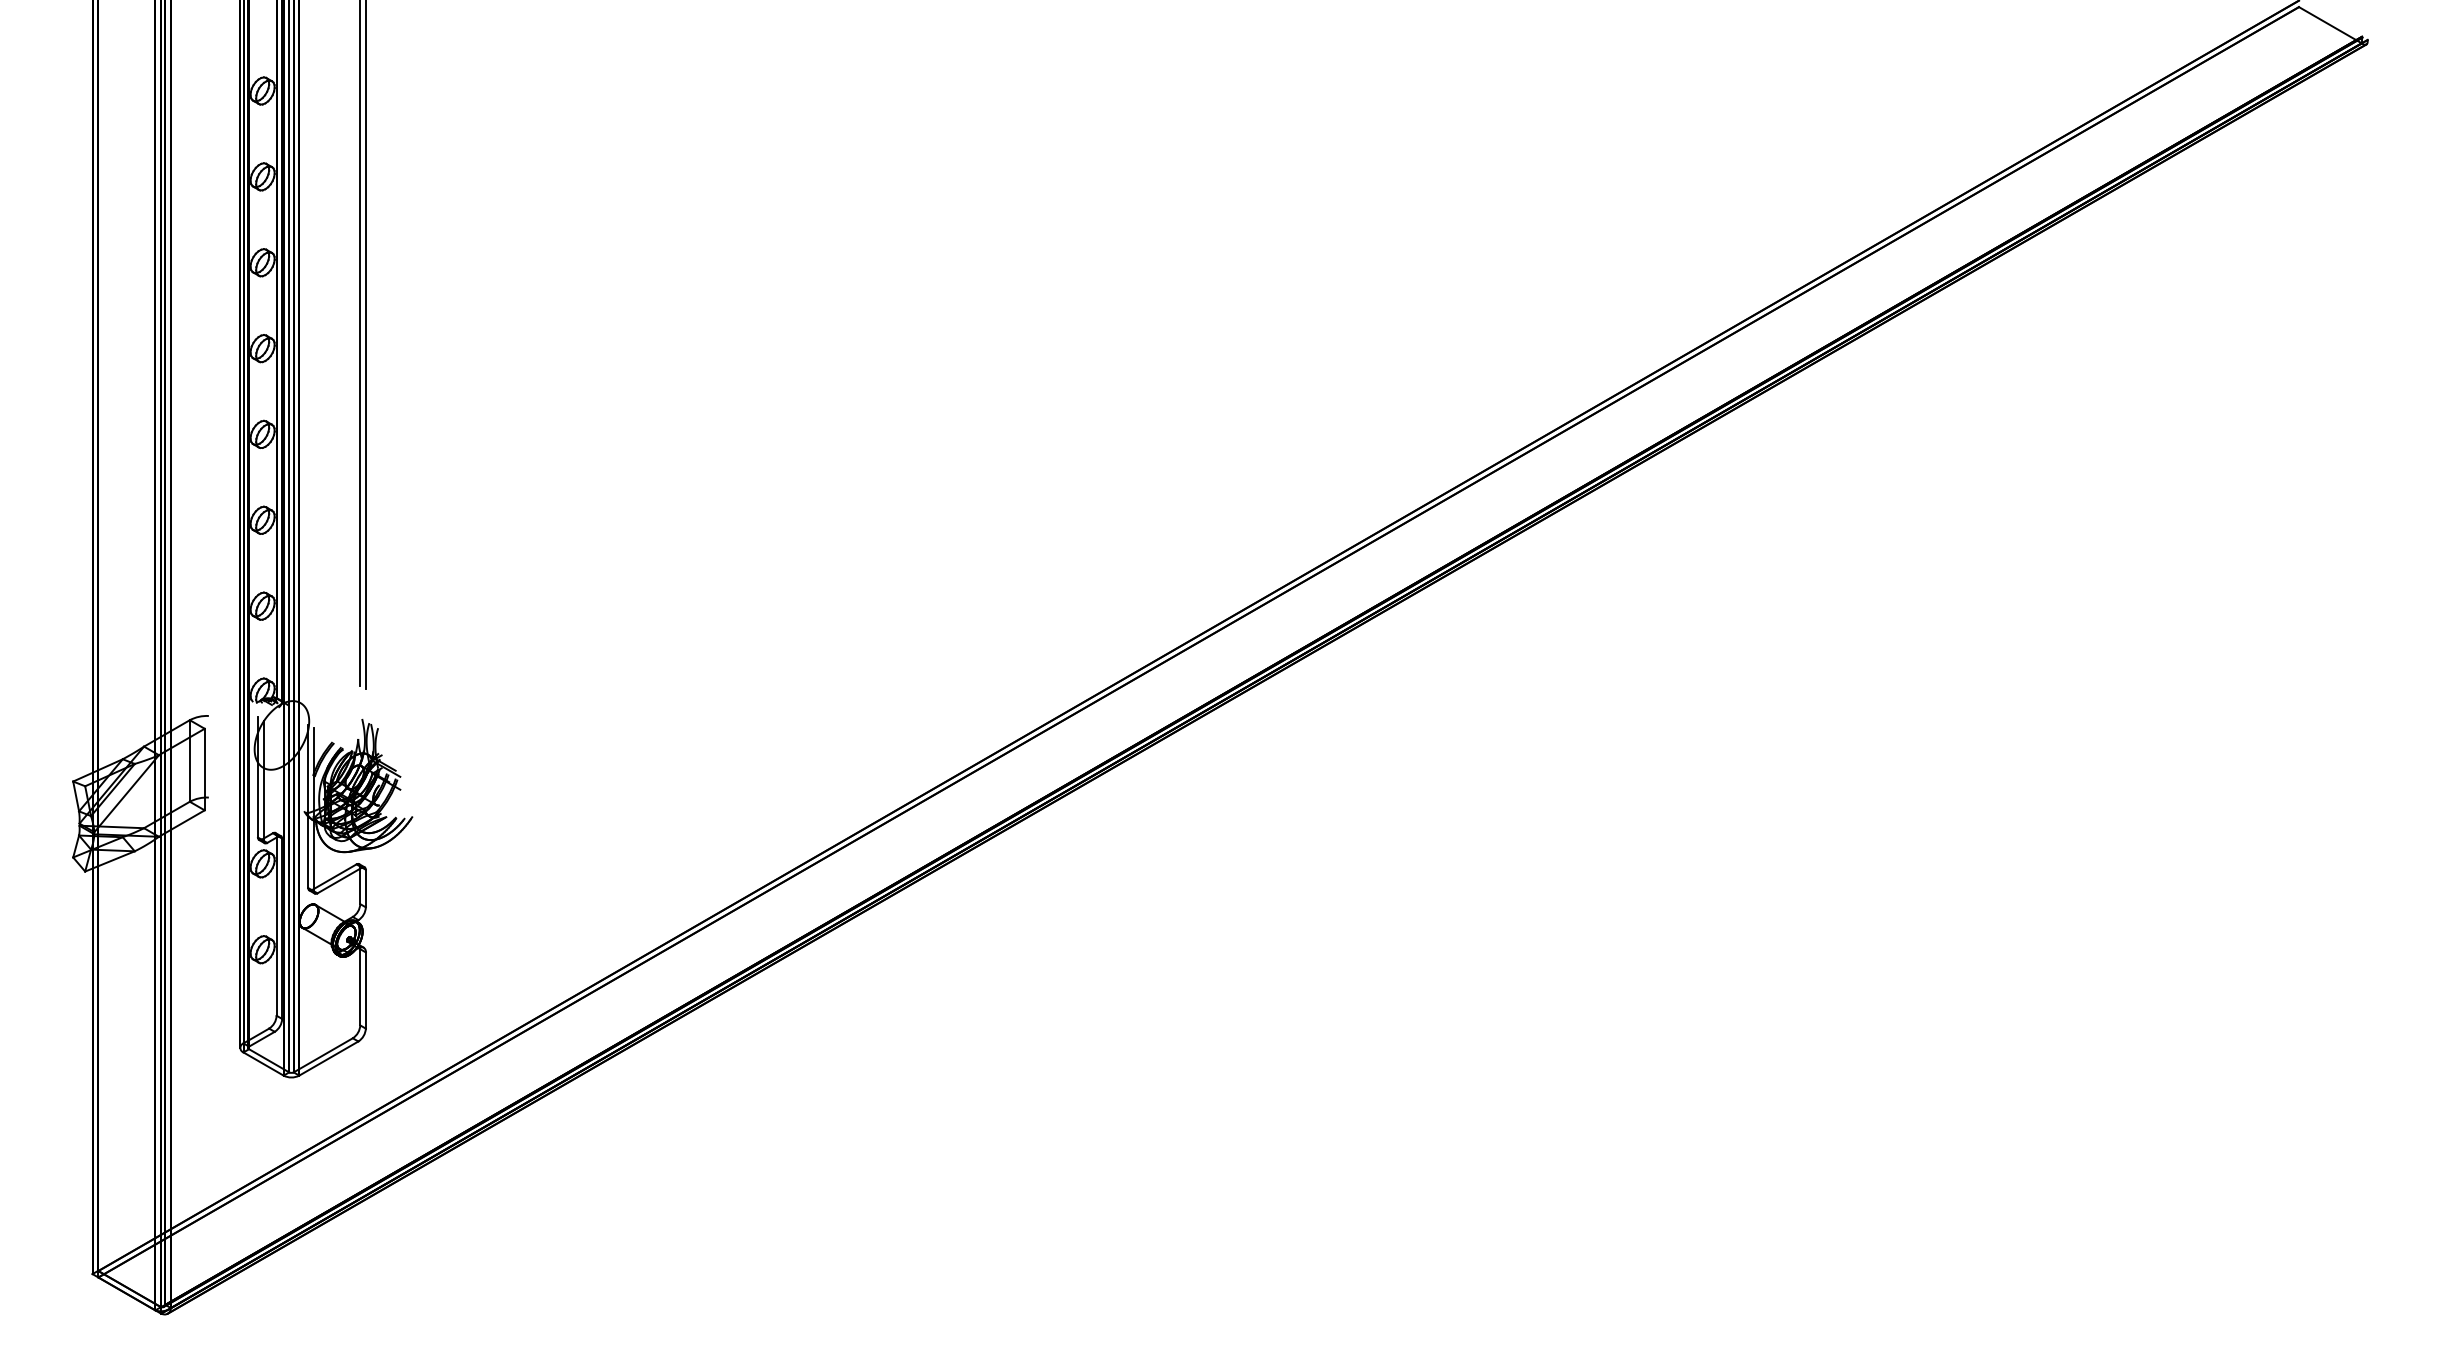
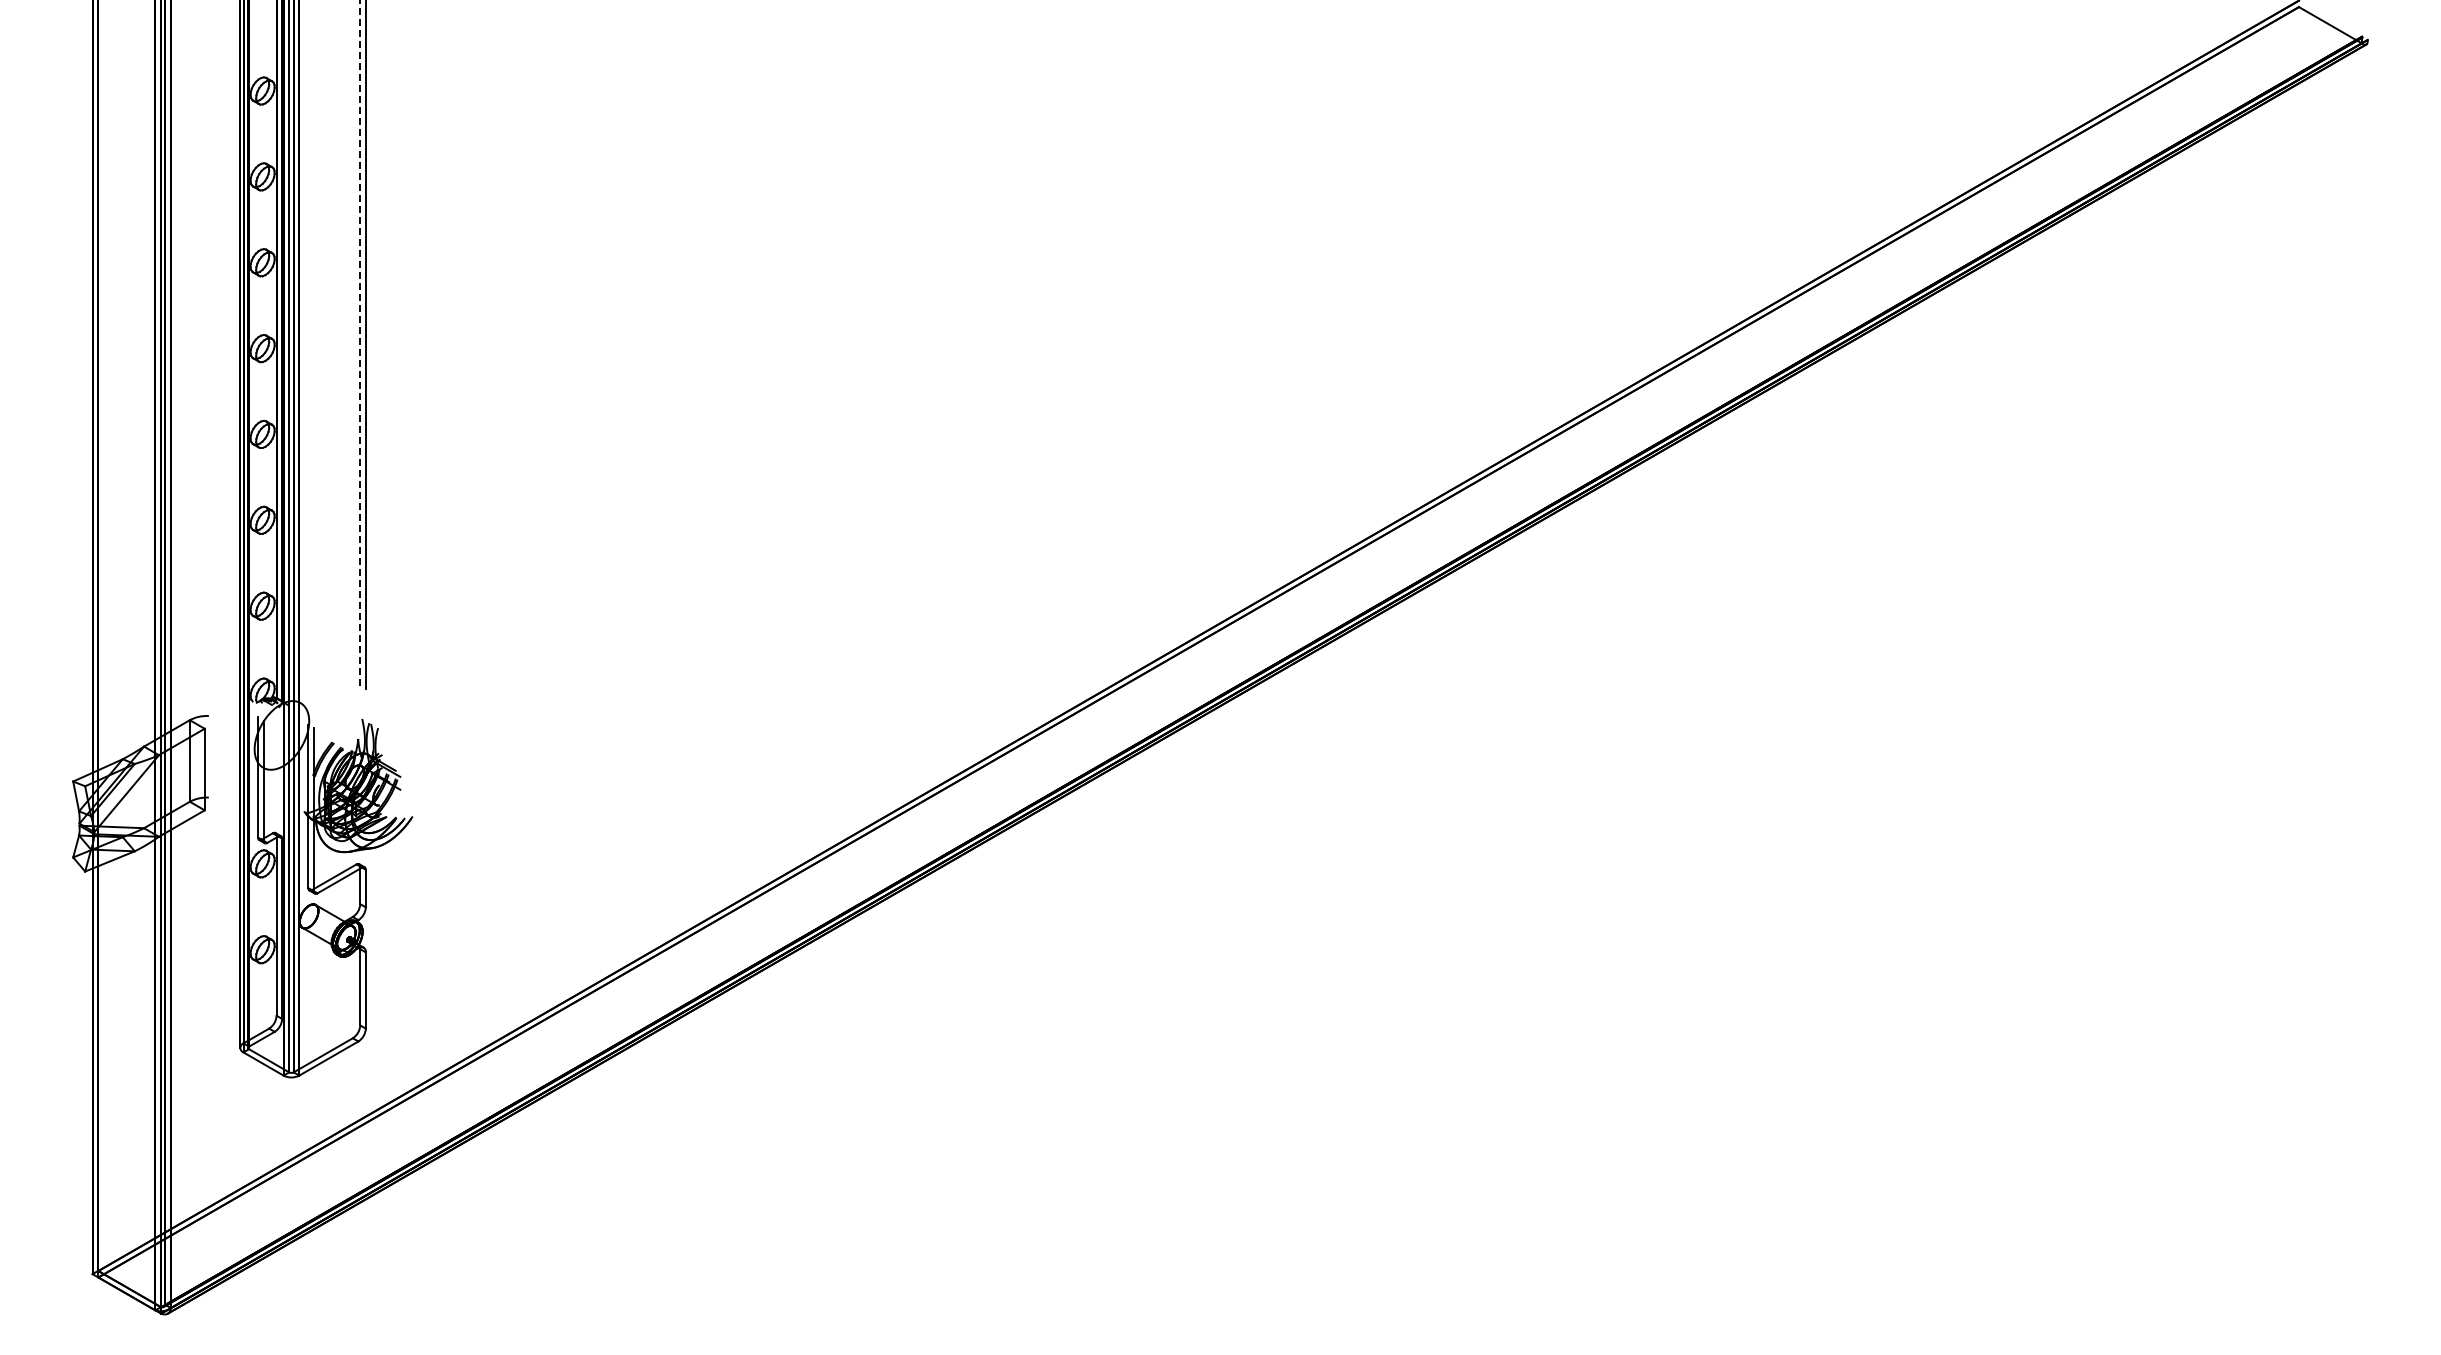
line at (360, 343): solid -> dashed
